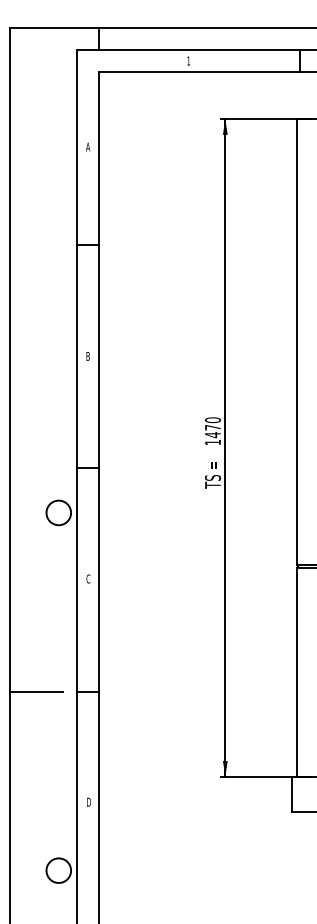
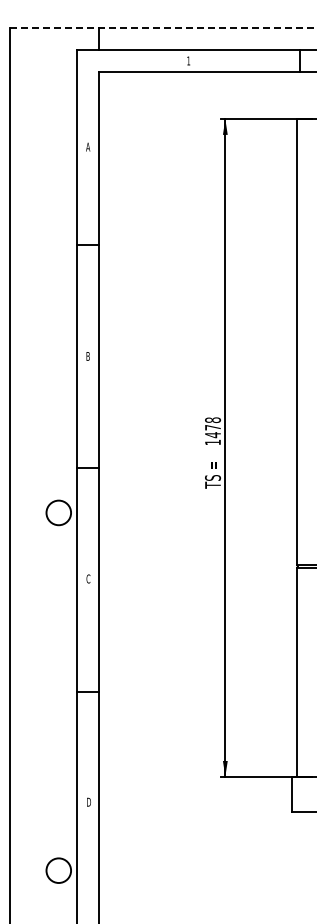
line at (163, 27): solid -> dashed
text at (212, 420): 1470 -> 1478
line at (36, 691): present -> none
